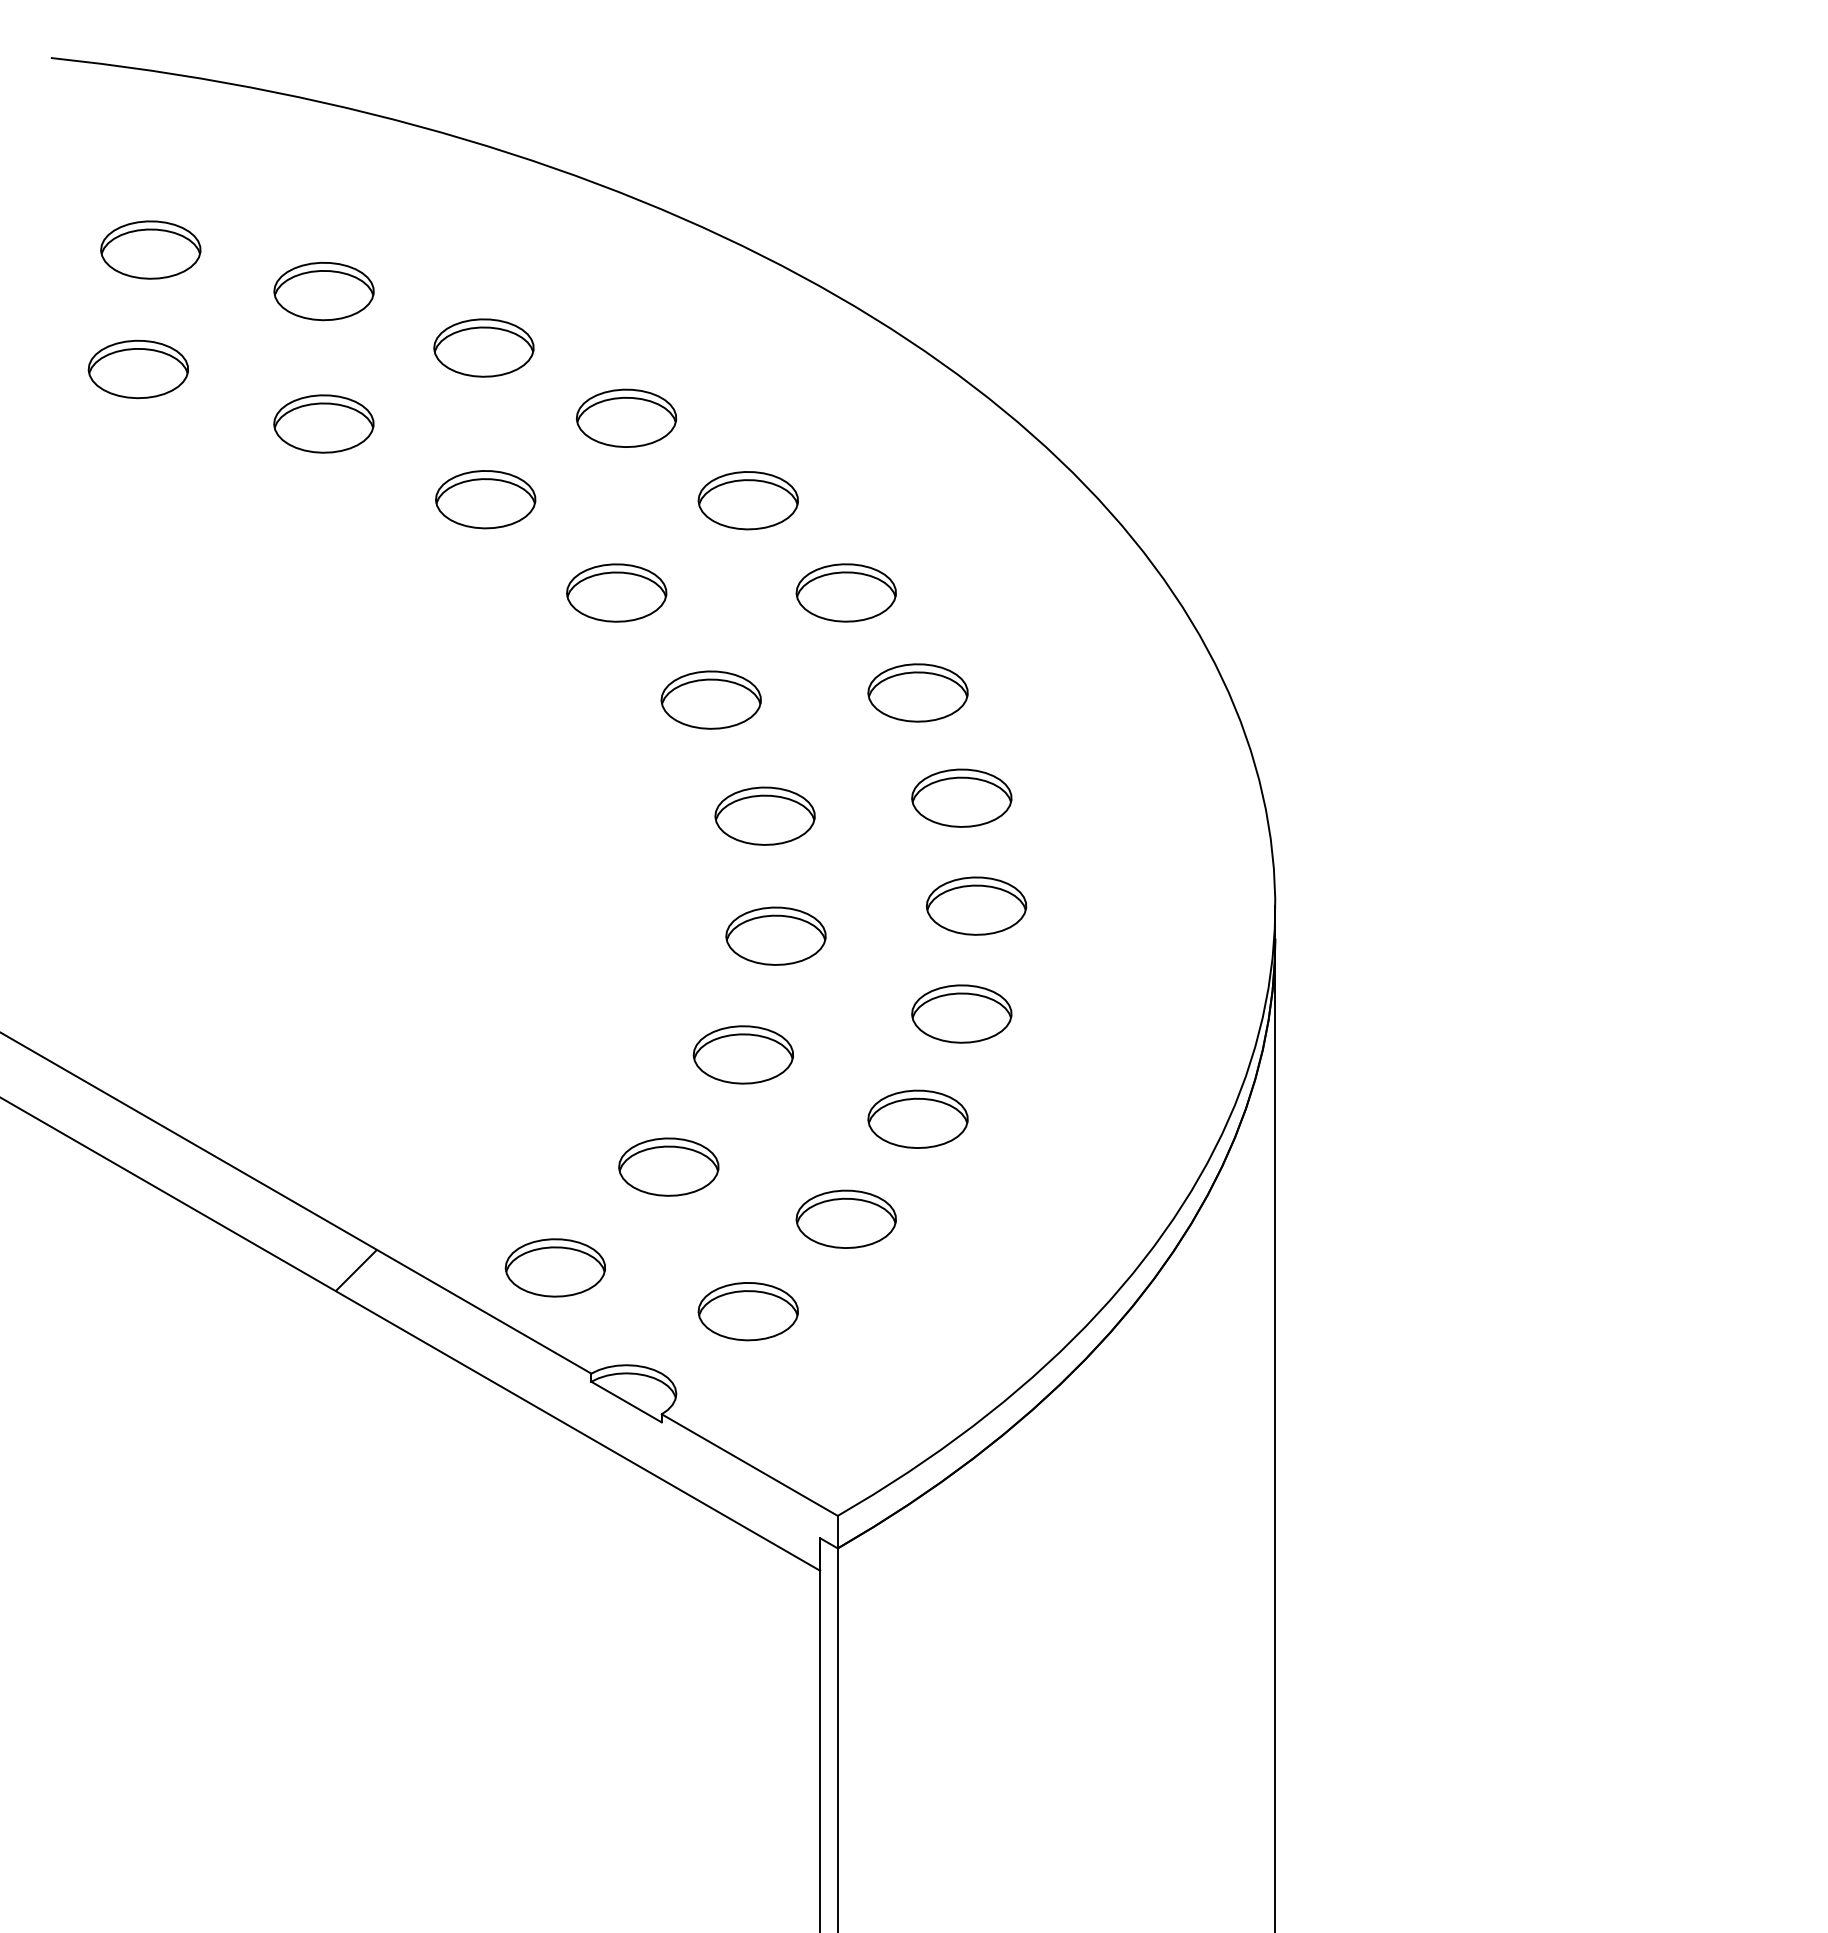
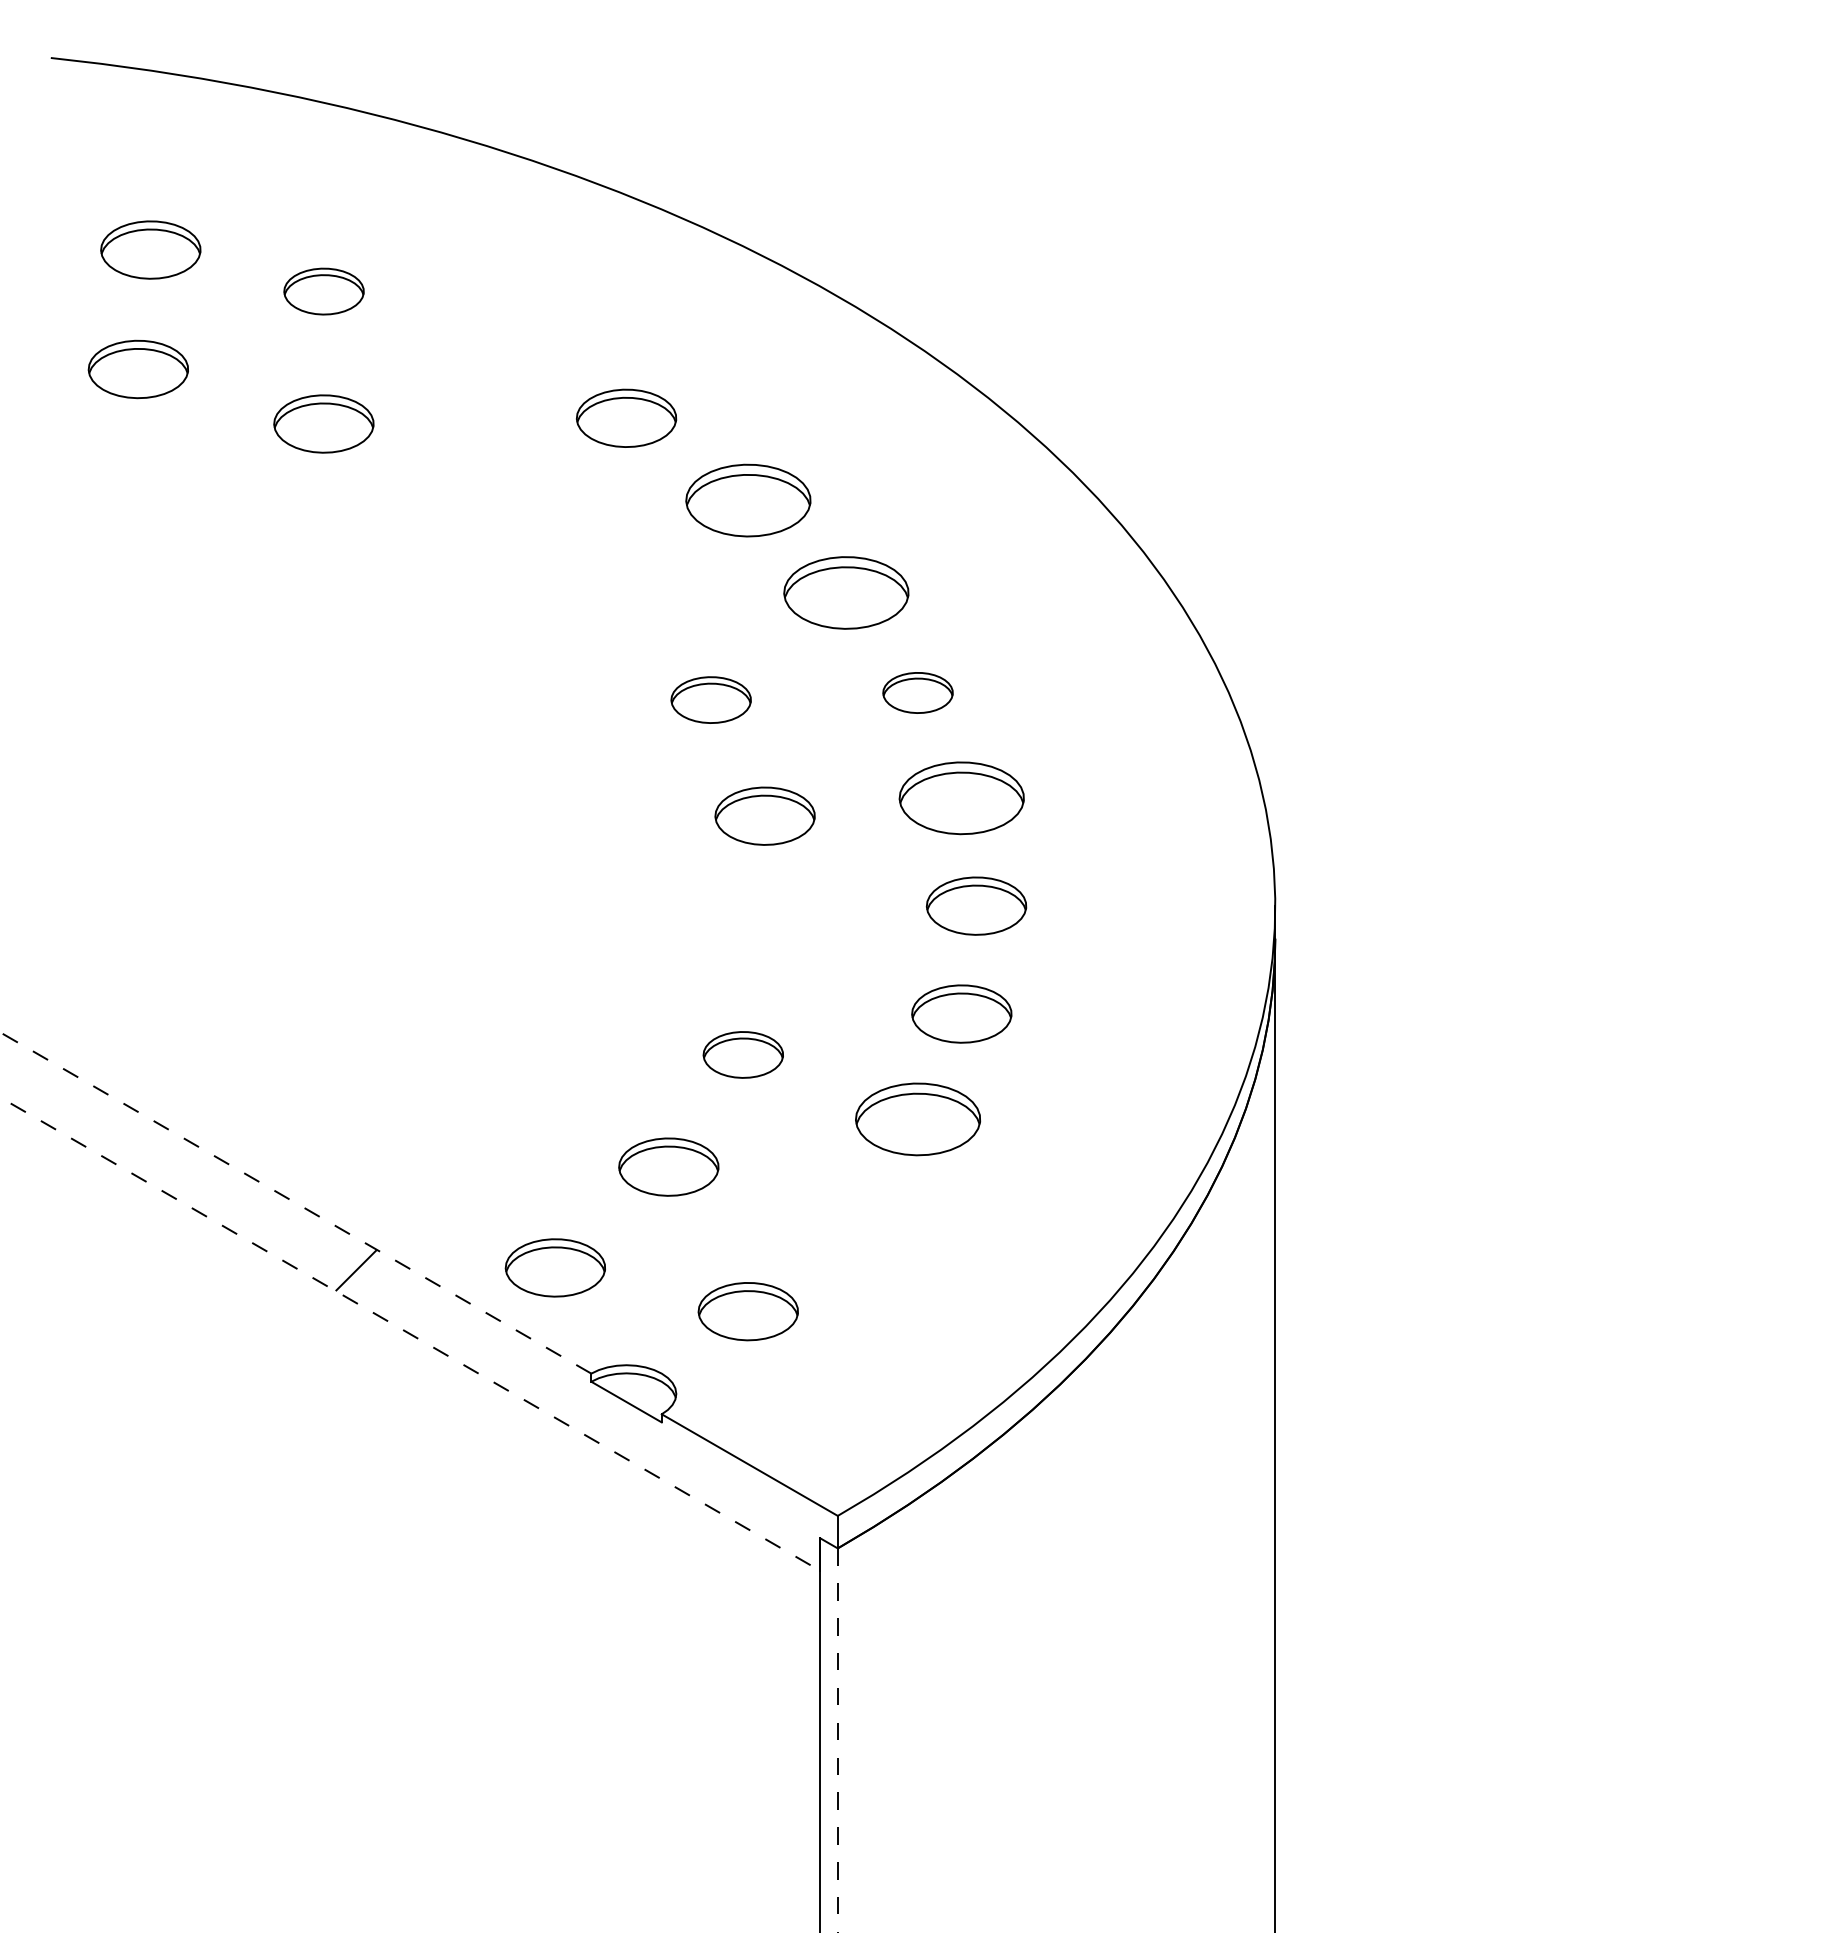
part at (323, 291) size: 102x60 px -> 82x49 px
part at (483, 347): present -> none
part at (485, 499): present -> none
part at (747, 500) size: 102x60 px -> 127x75 px
part at (616, 592): present -> none
part at (845, 592) size: 102x60 px -> 127x74 px
part at (917, 692) size: 102x60 px -> 72x42 px
part at (710, 699) size: 102x60 px -> 82x48 px
part at (961, 797) size: 102x60 px -> 127x75 px
part at (775, 935): present -> none
part at (742, 1054) size: 102x60 px -> 82x48 px
part at (917, 1118) size: 102x60 px -> 127x75 px
line at (295, 1202): solid -> dashed
part at (845, 1218): present -> none
line at (410, 1334): solid -> dashed
line at (837, 1740): solid -> dashed
